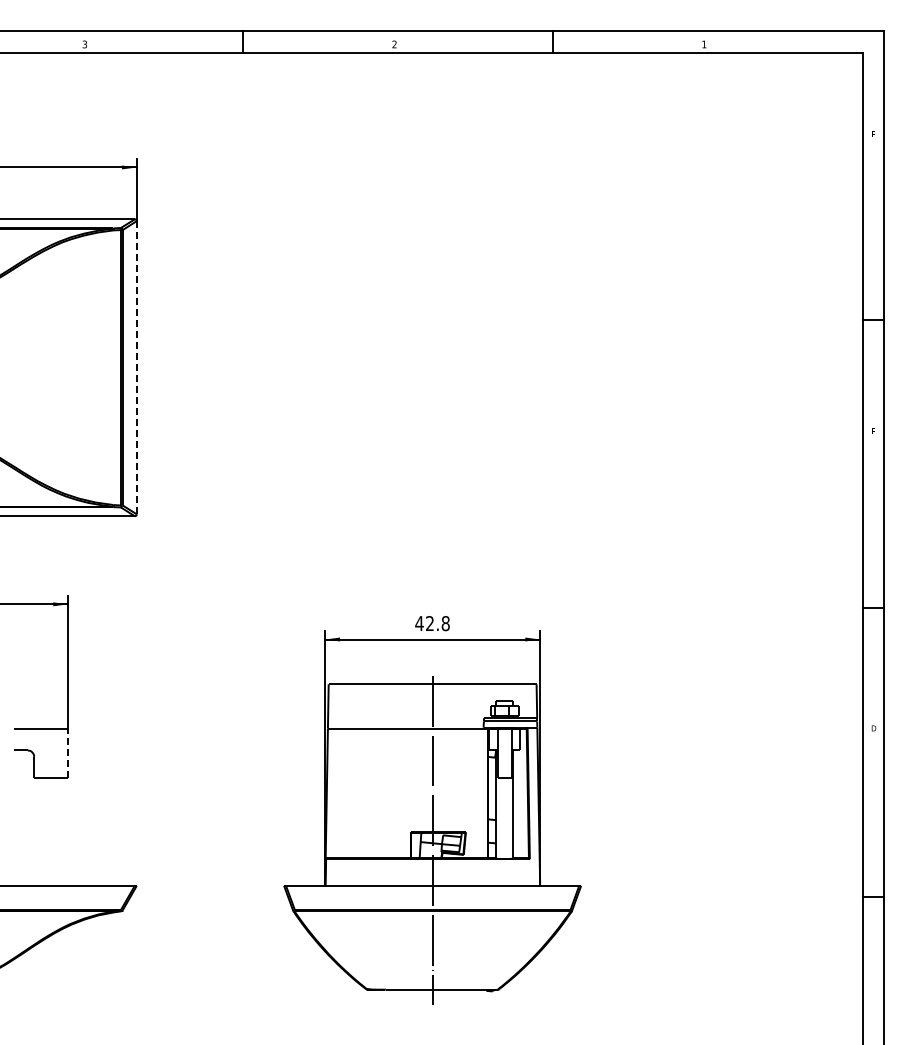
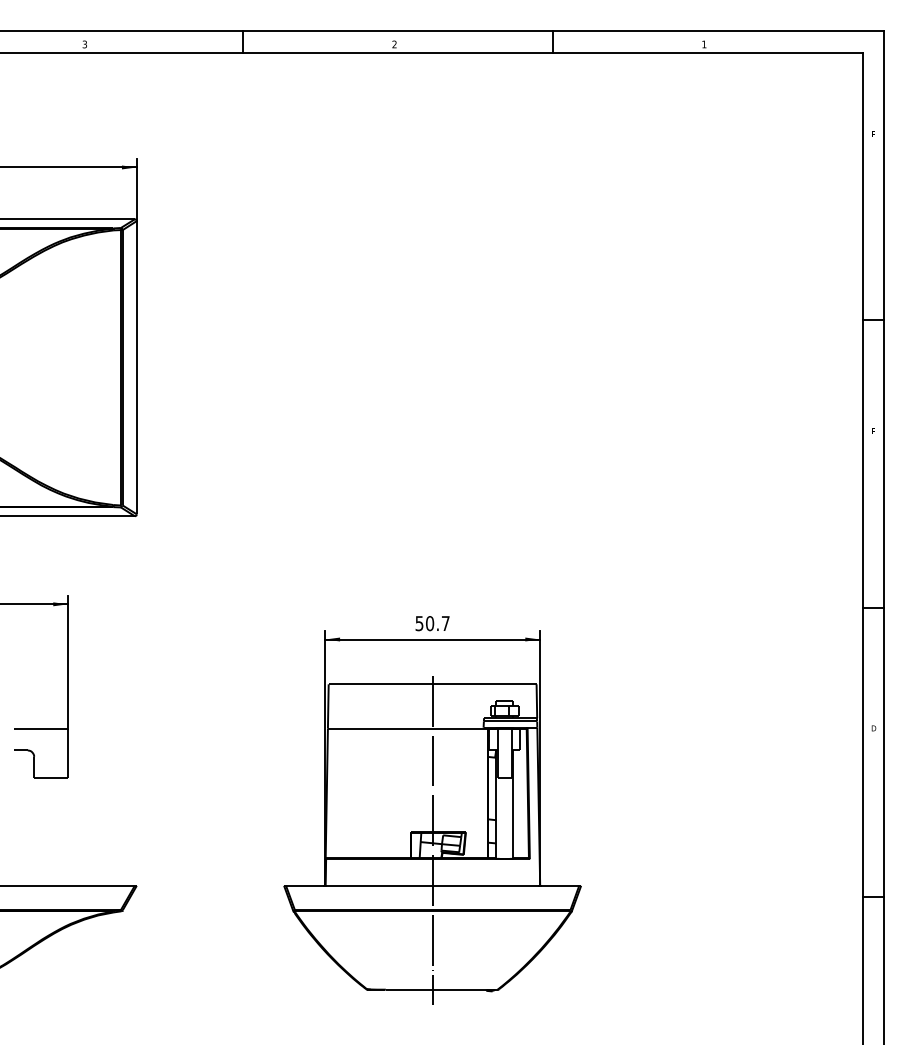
line at (136, 367): dashed -> solid
text at (432, 623): 42.8 -> 50.7
line at (68, 753): dashed -> solid
